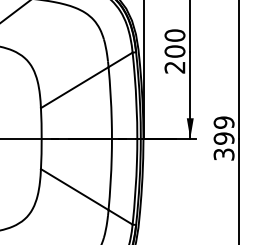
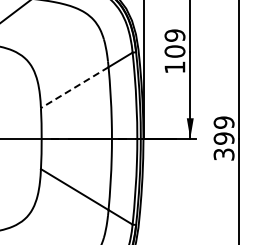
text at (174, 51): 200 -> 109
line at (74, 87): solid -> dashed
